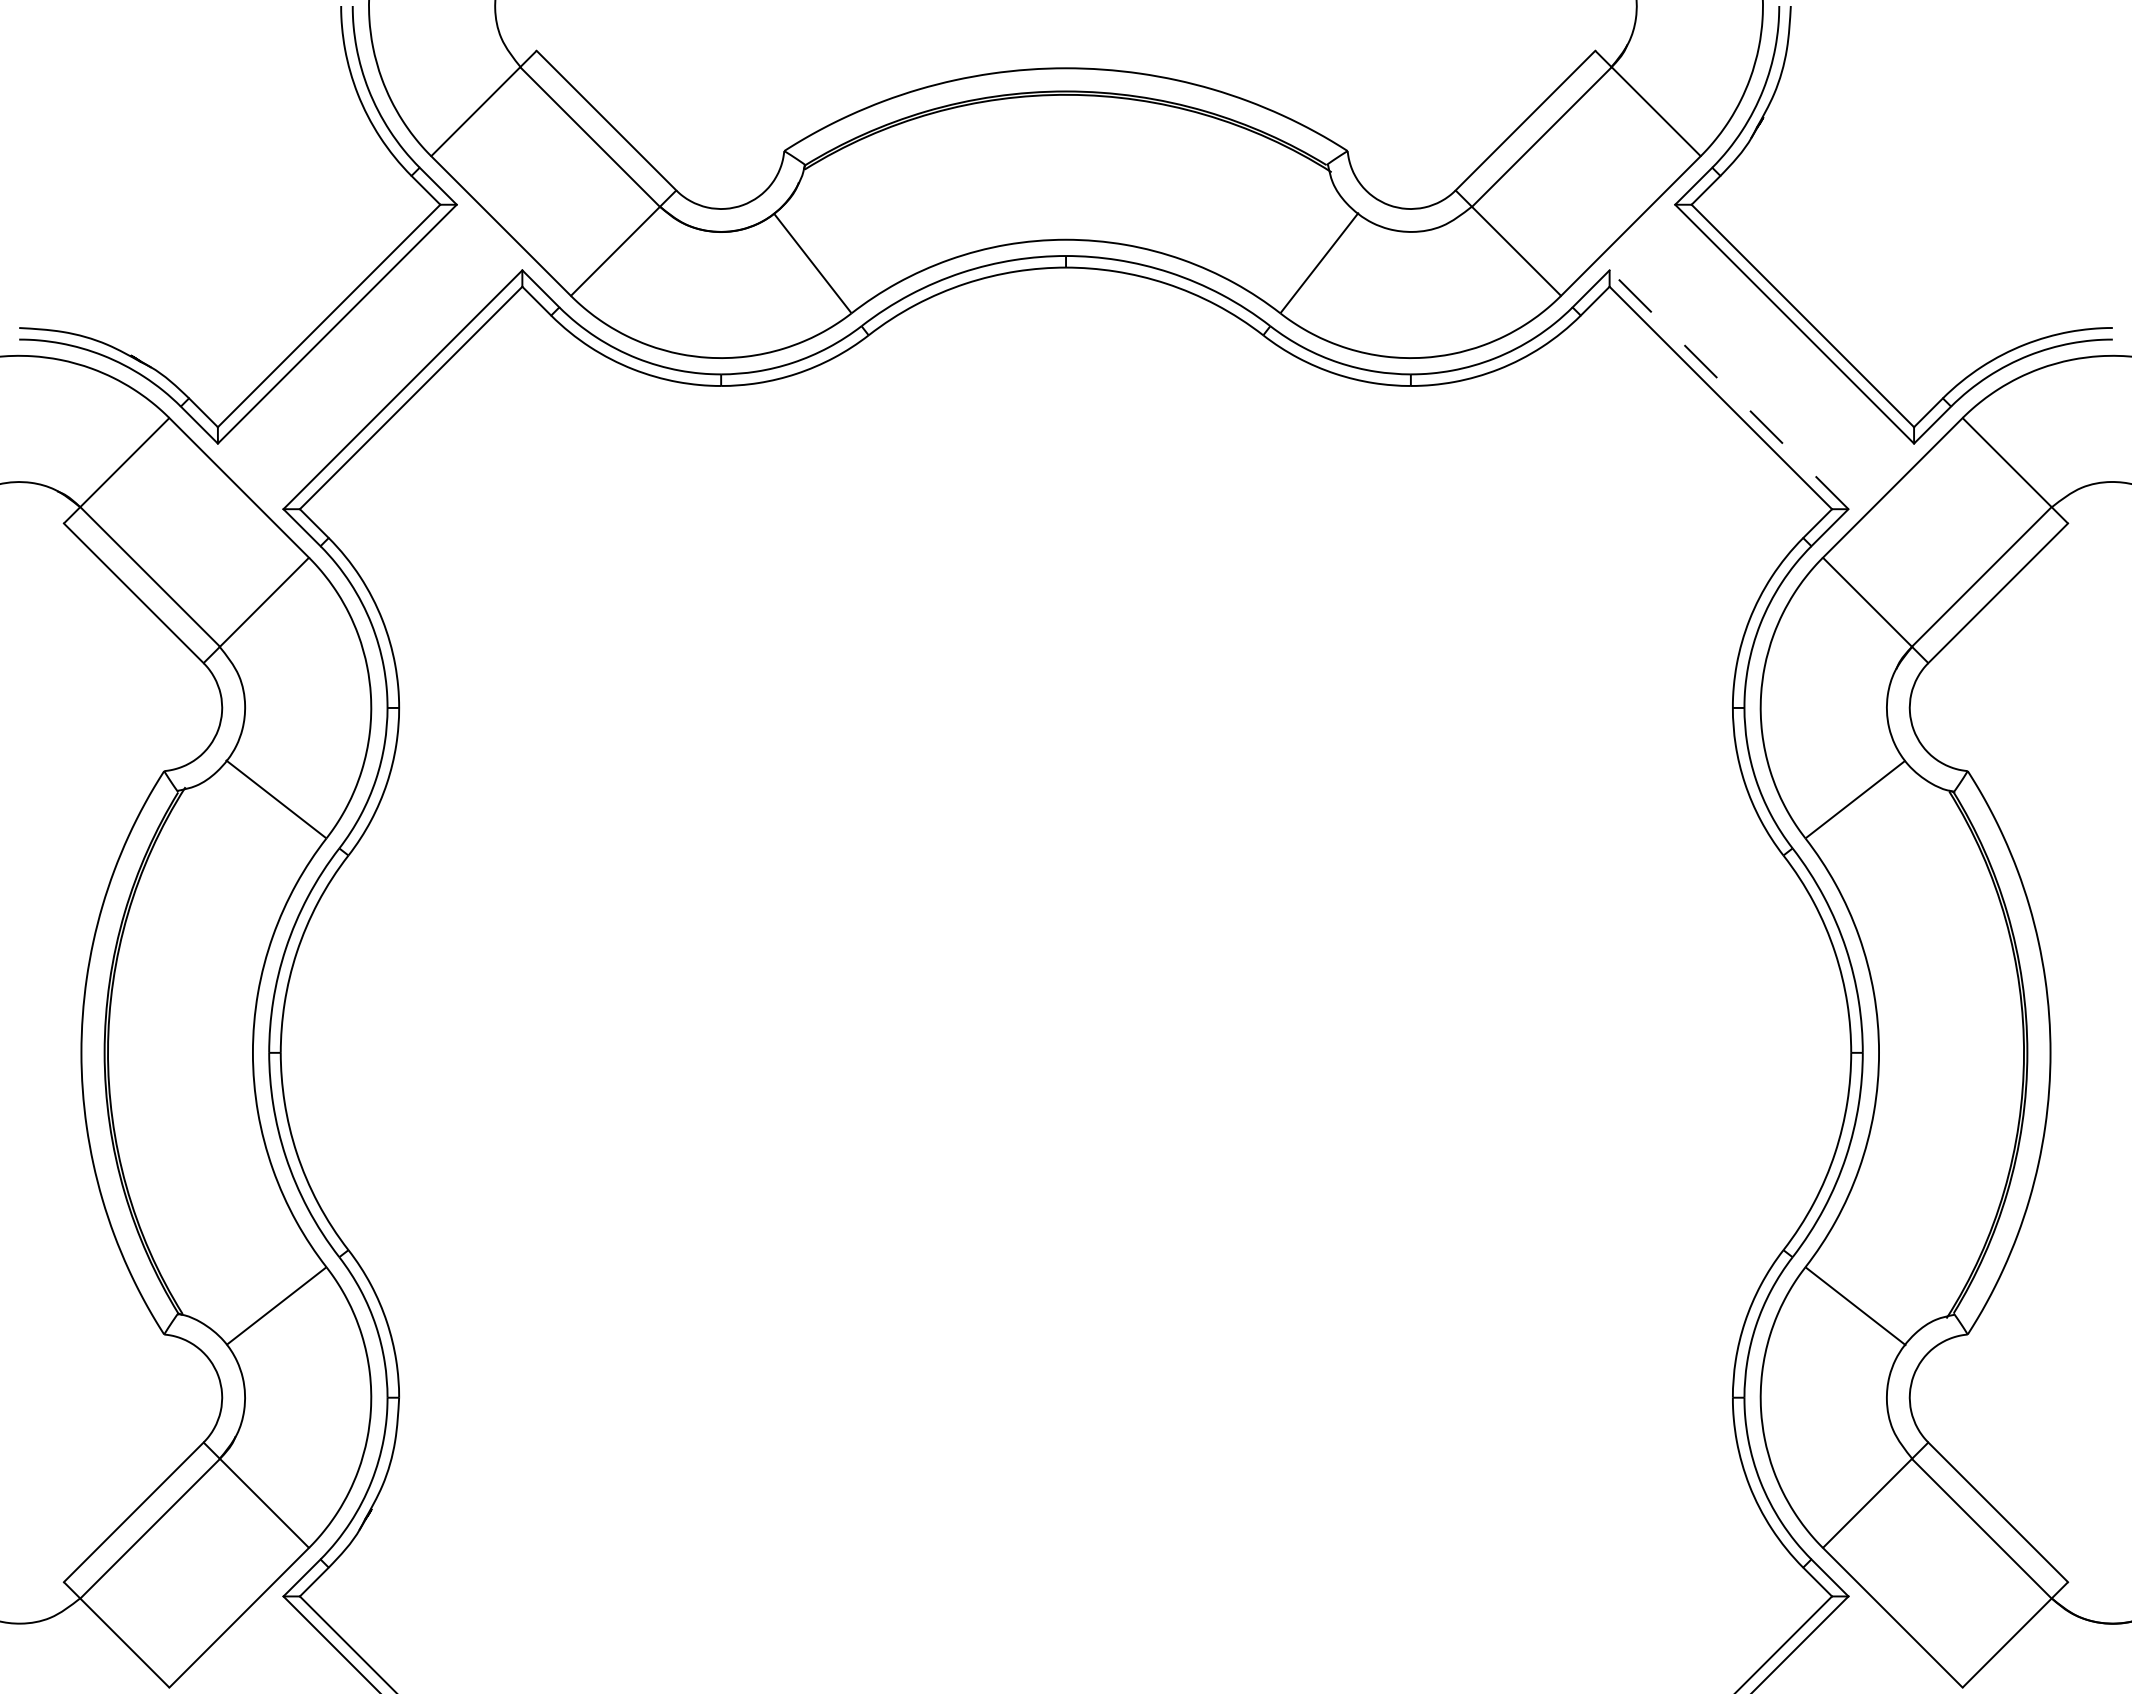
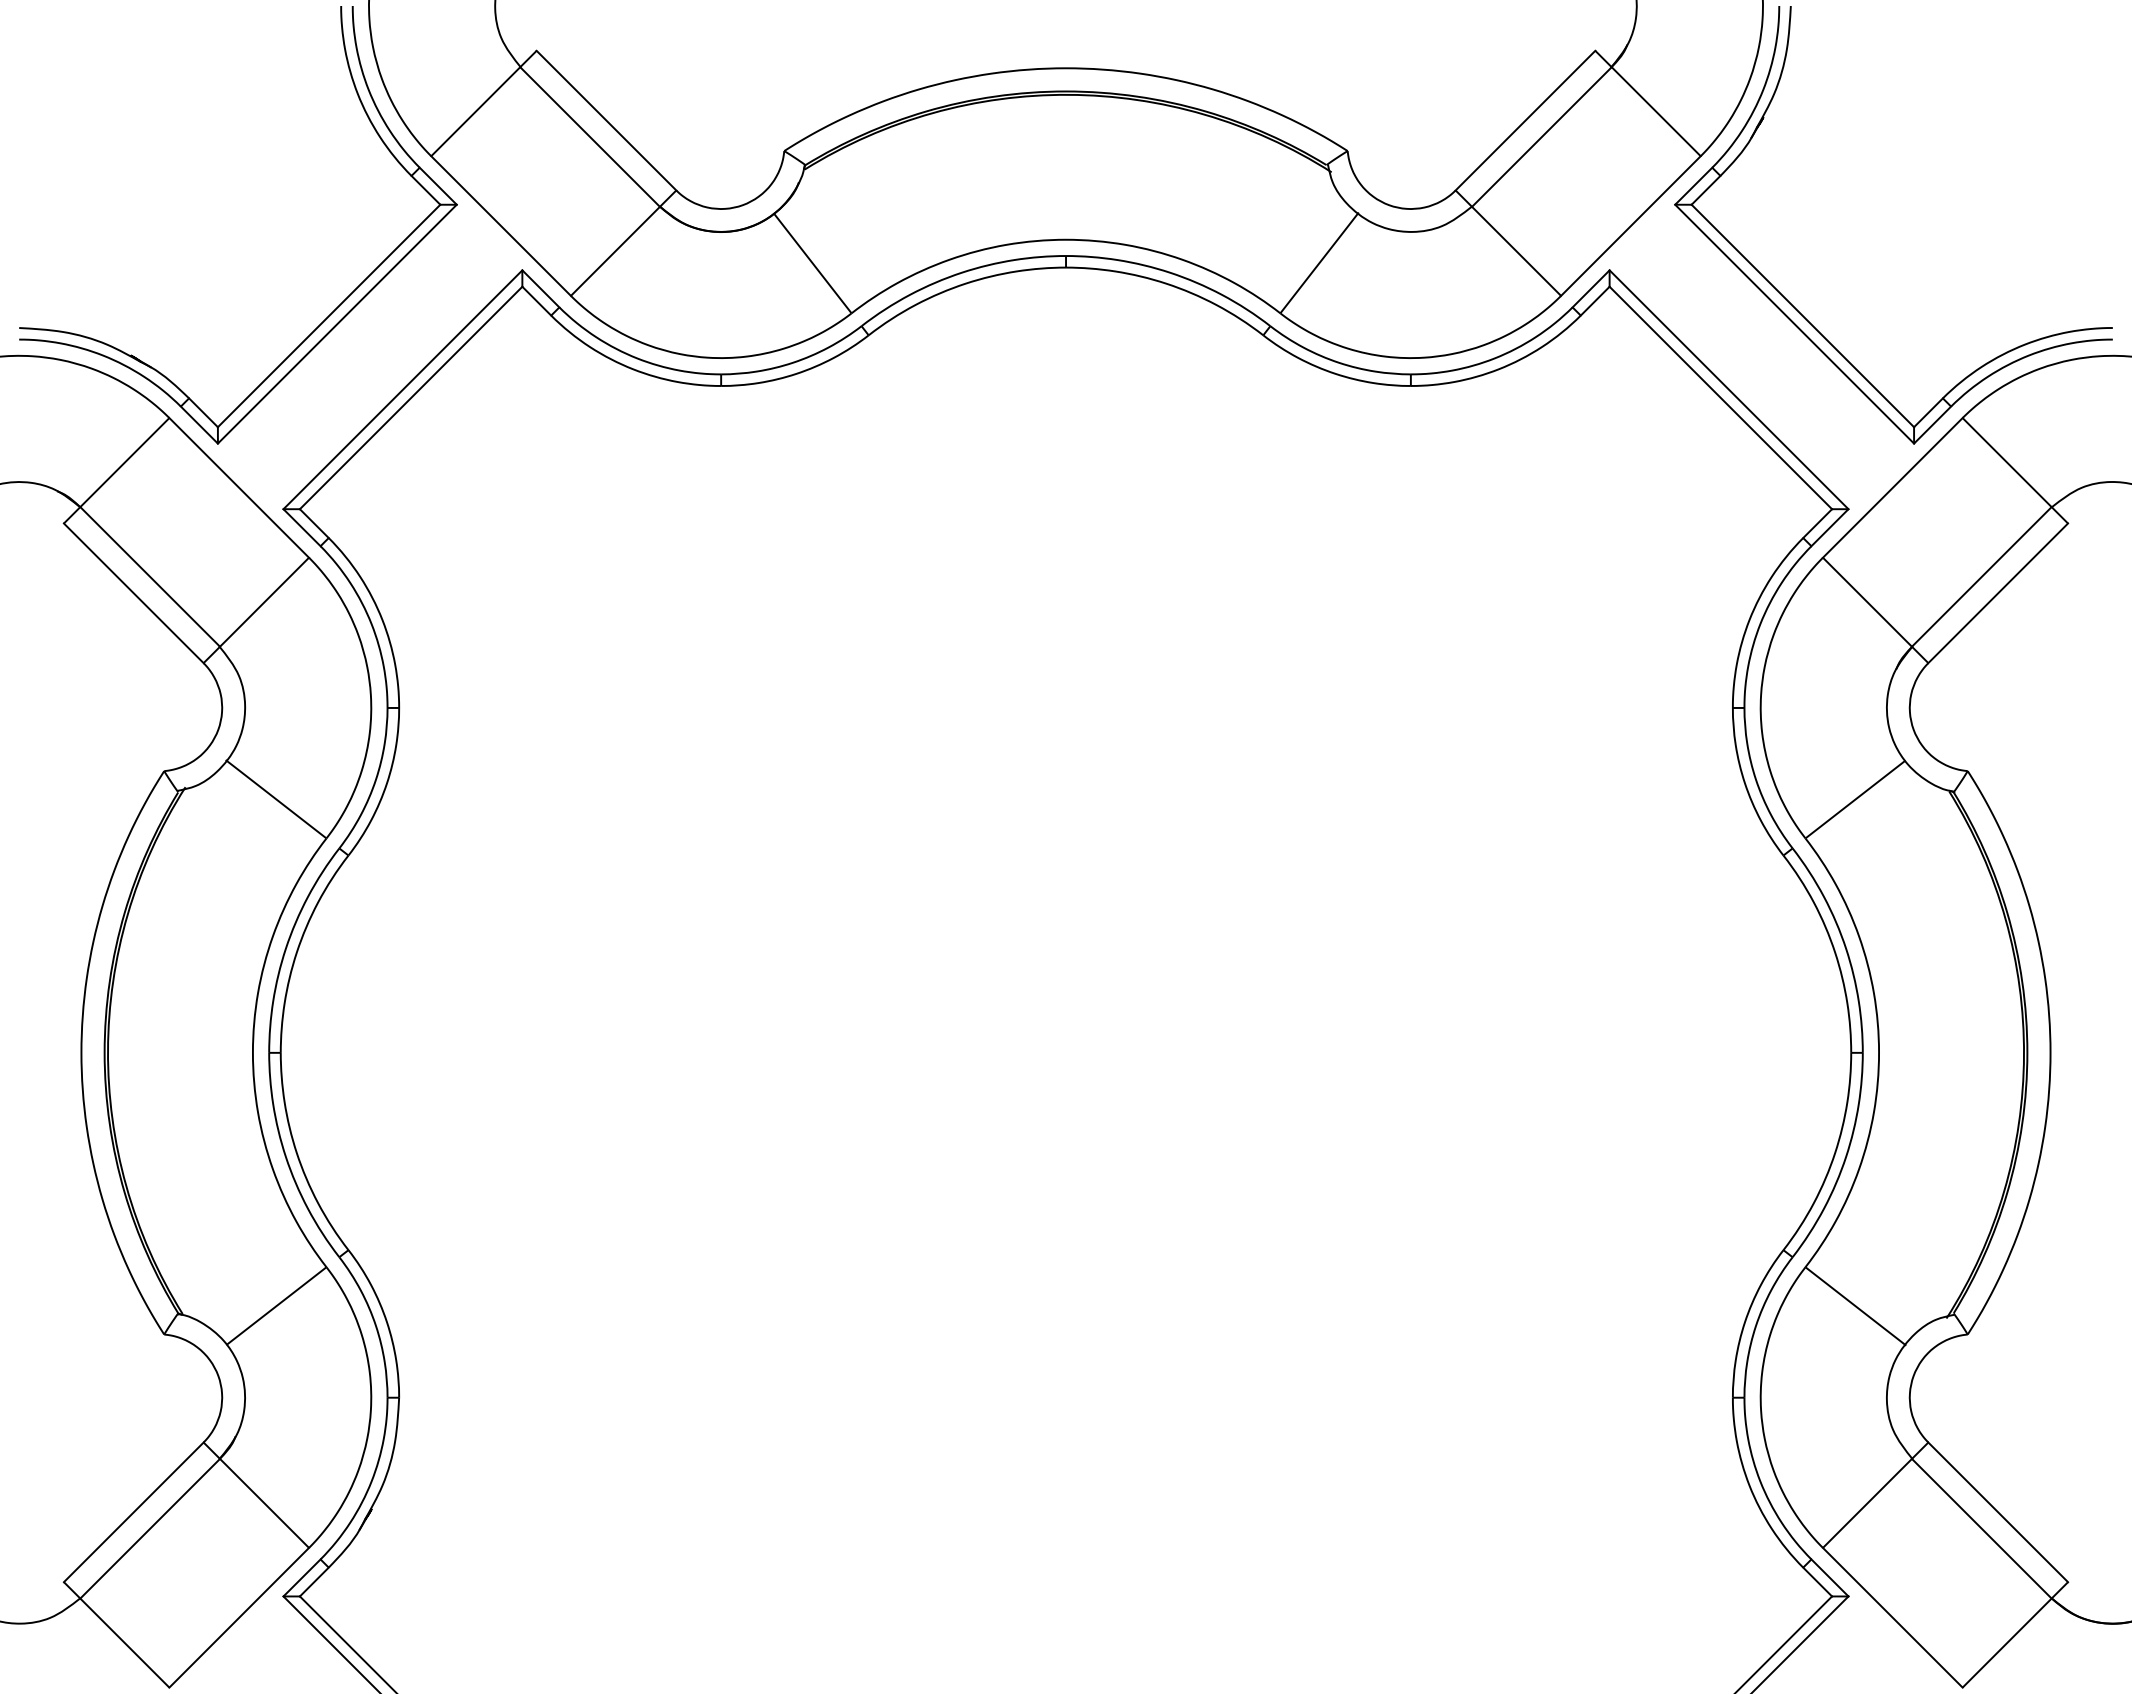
line at (1729, 389): dashed -> solid
